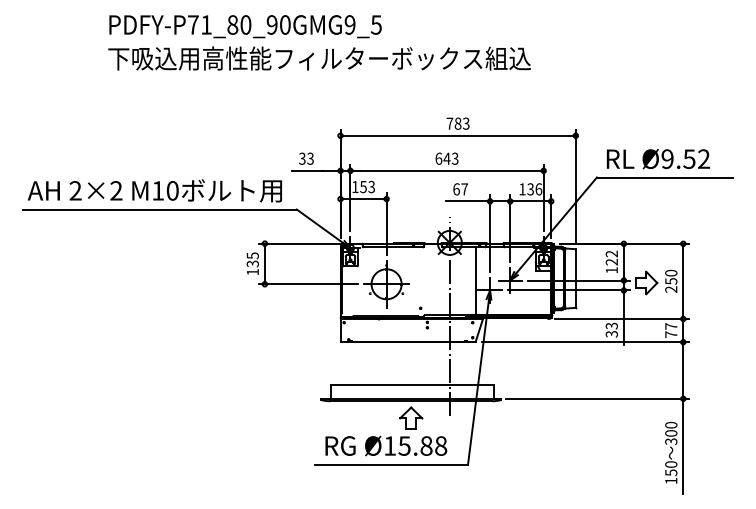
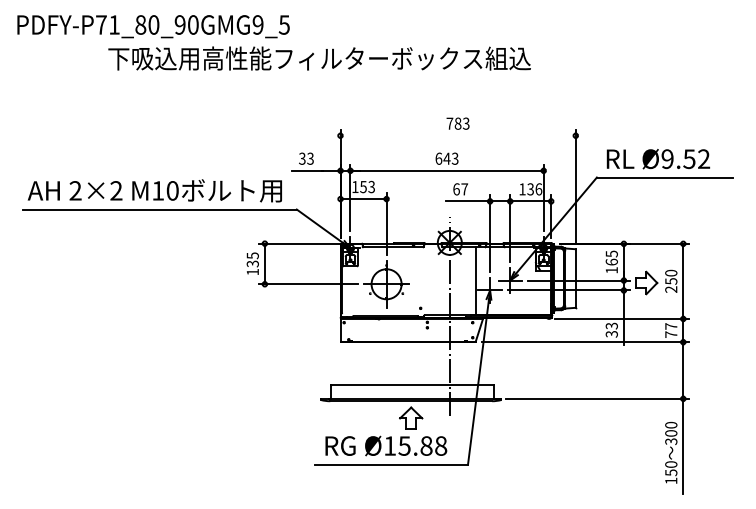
text at (245, 26) position: (245, 26) -> (153, 26)
line at (457, 135): present -> none
text at (611, 257): 122 -> 165
